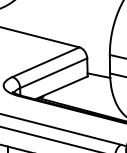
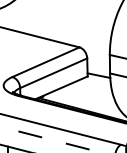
line at (52, 140): solid -> dashed
